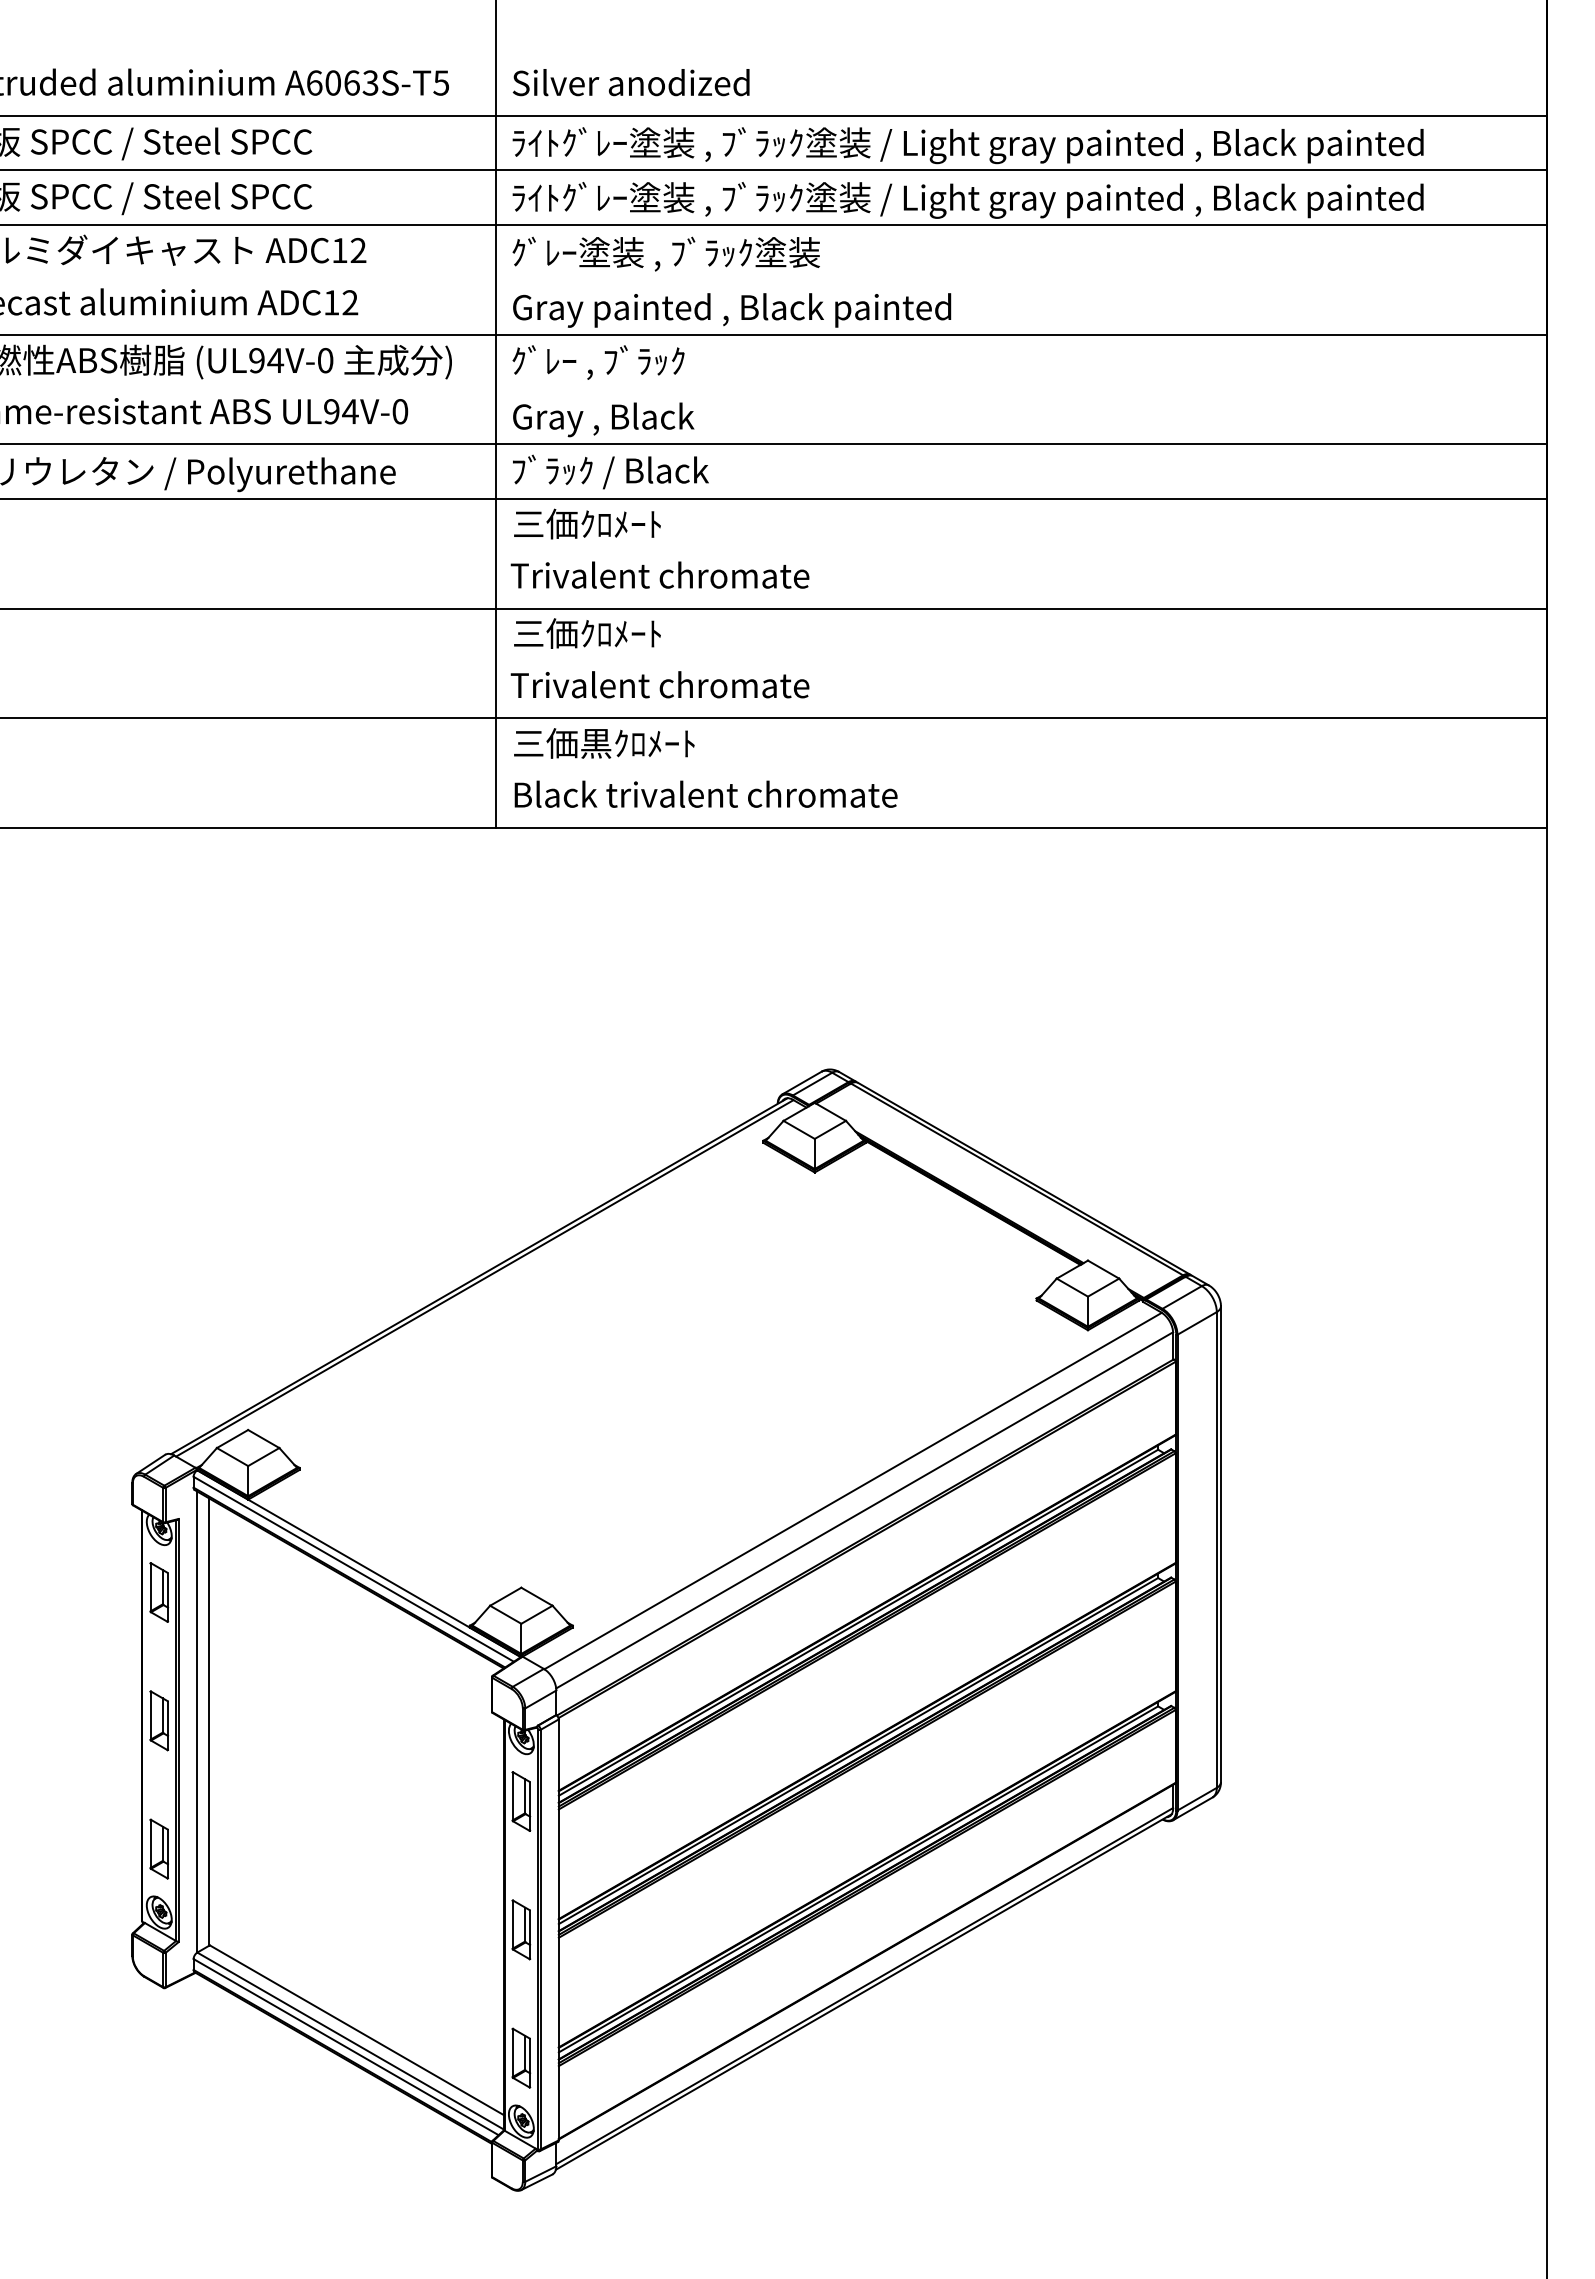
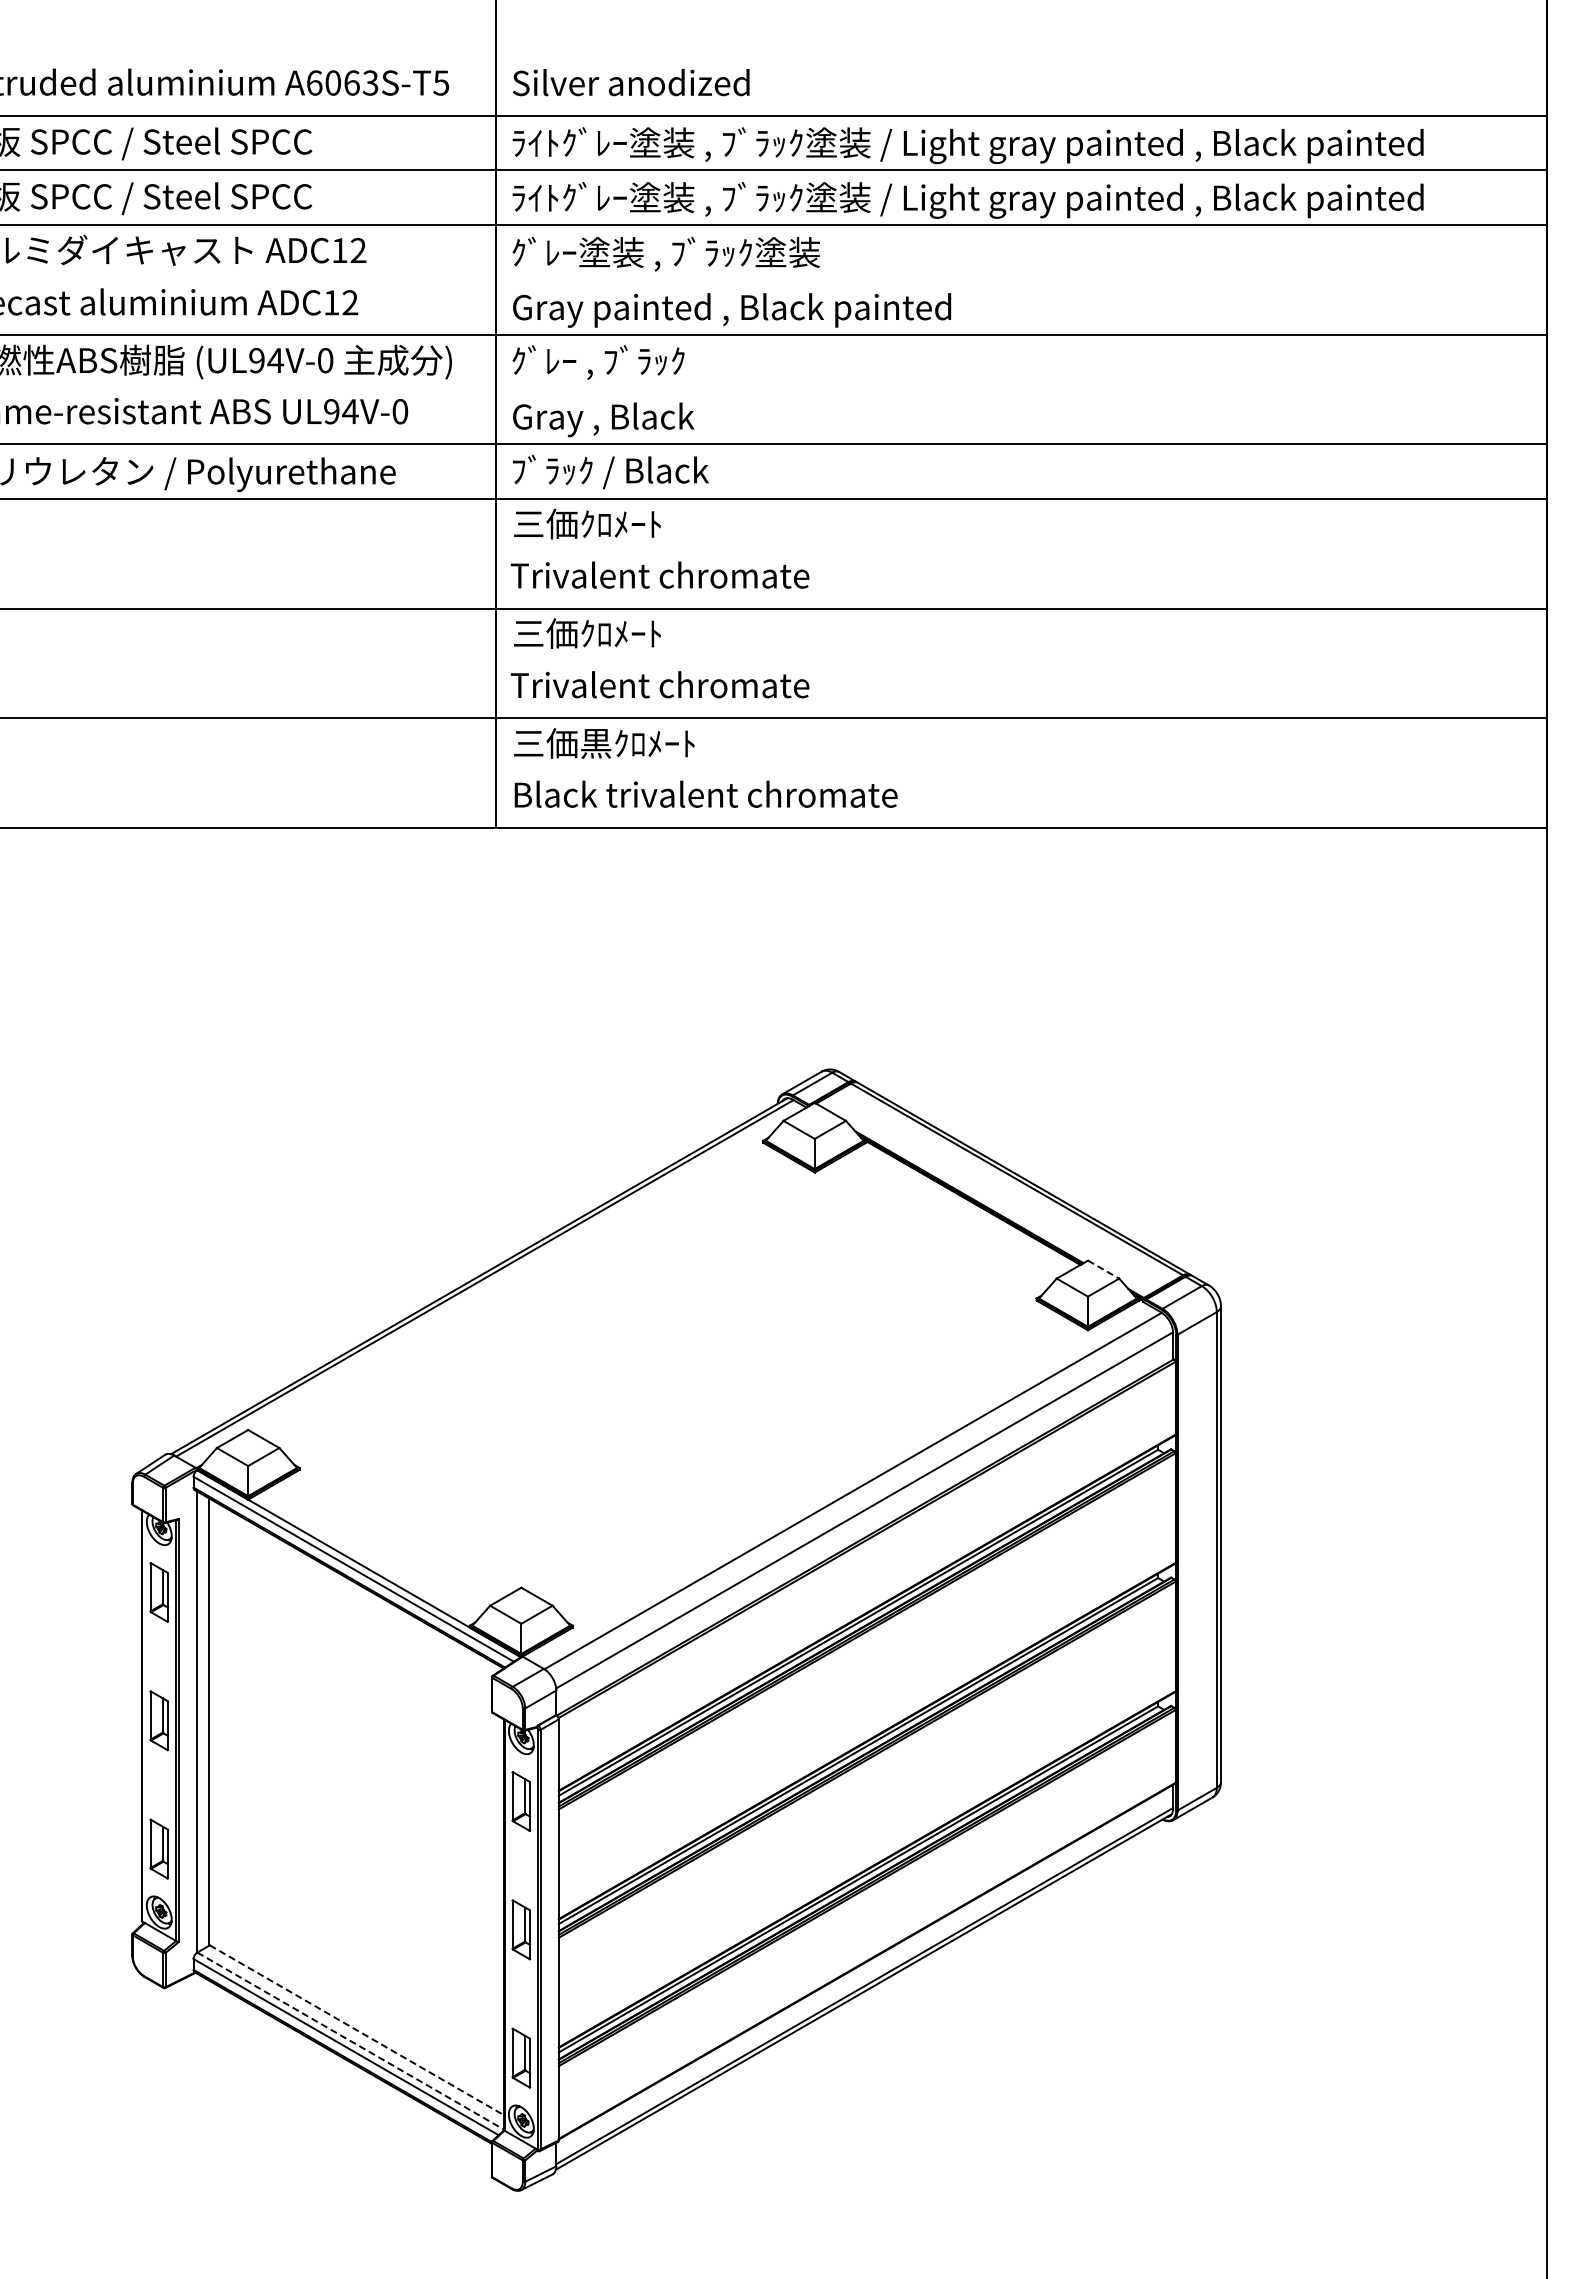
line at (1104, 1269): solid -> dashed
line at (356, 2030): solid -> dashed
line at (351, 2041): solid -> dashed
